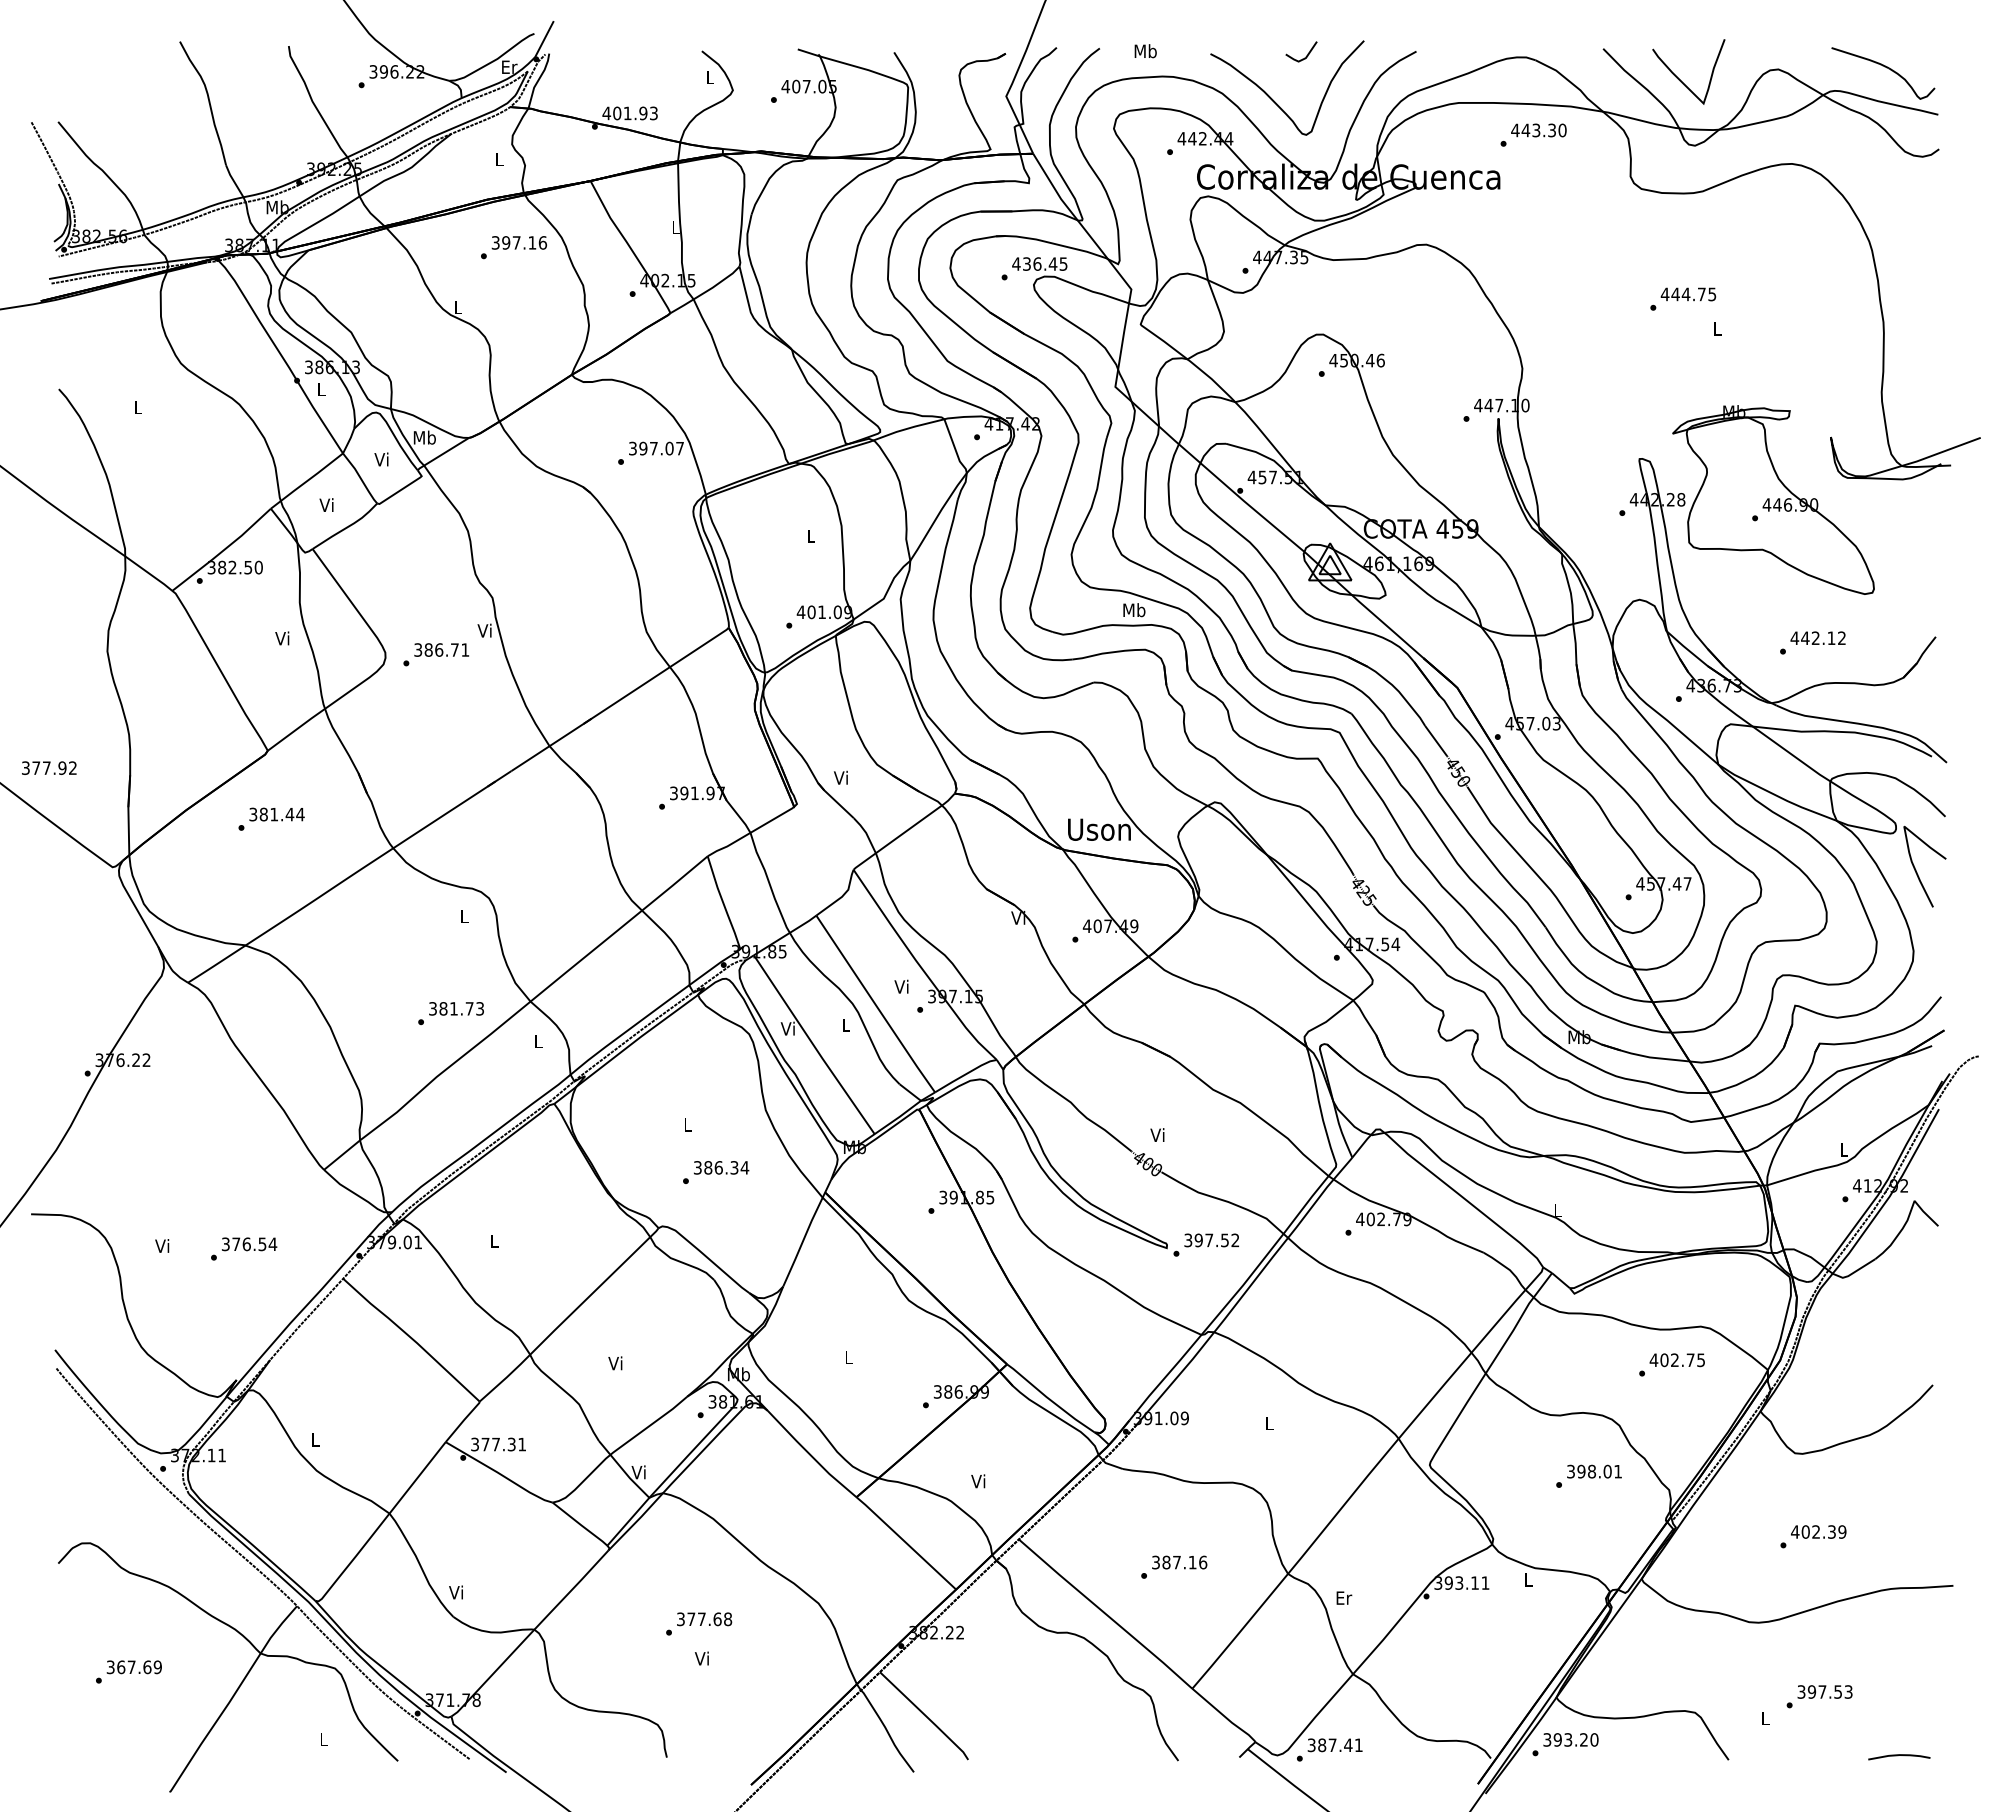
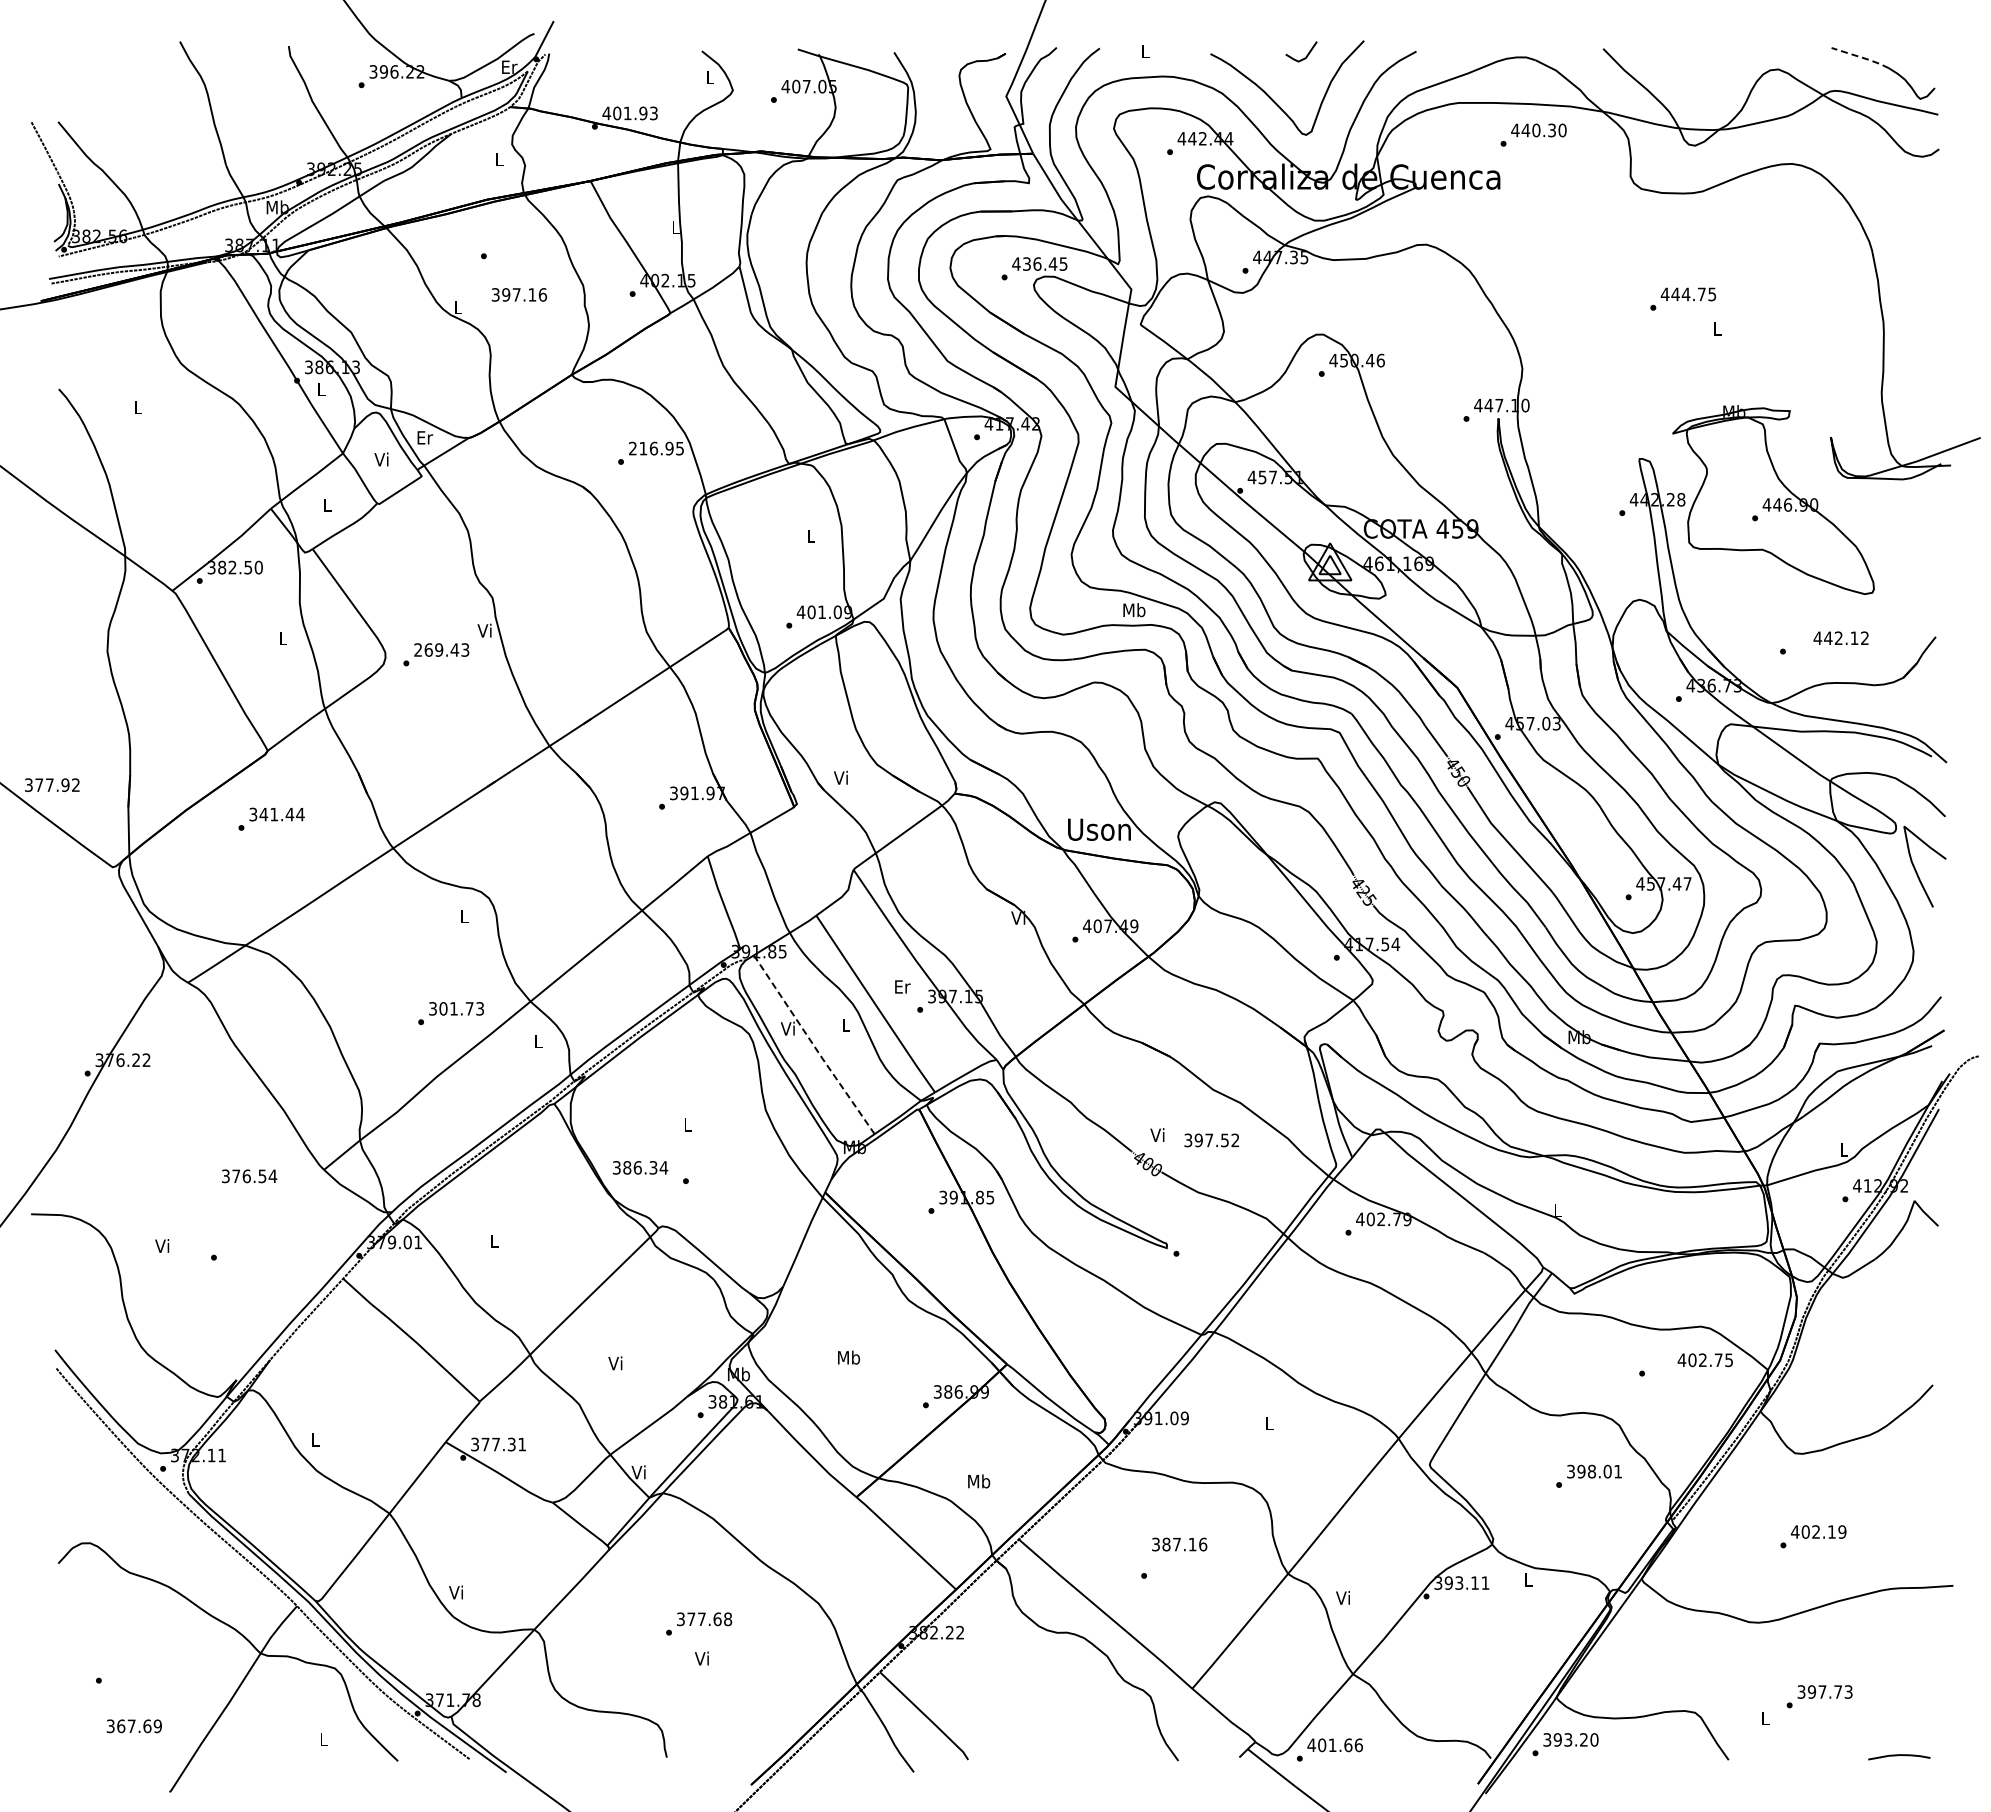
text at (1145, 51): Mb -> L
line at (1861, 57): solid -> dashed
curve at (1680, 79): present -> none
text at (1536, 130): 443.30 -> 440.30
text at (519, 242) position: (519, 242) -> (519, 294)
text at (424, 437): Mb -> Er
text at (656, 448): 397.07 -> 216.95
text at (326, 504): Vi -> L
text at (1817, 637) position: (1817, 637) -> (1840, 637)
text at (282, 638): Vi -> L
text at (441, 649): 386.71 -> 269.43
text at (49, 767) position: (49, 767) -> (52, 784)
text at (263, 814): 381.44 -> 341.44
text at (902, 986): Vi -> Er
text at (443, 1008): 381.73 -> 301.73
line at (813, 1045): solid -> dashed
text at (721, 1167) position: (721, 1167) -> (640, 1167)
text at (1211, 1240) position: (1211, 1240) -> (1211, 1140)
text at (249, 1244) position: (249, 1244) -> (249, 1176)
text at (849, 1357): L -> Mb
text at (1676, 1360) position: (1676, 1360) -> (1704, 1360)
text at (979, 1481): Vi -> Mb
text at (1831, 1531): 402.39 -> 402.19
text at (1179, 1562) position: (1179, 1562) -> (1179, 1544)
text at (1344, 1597): Er -> Vi
text at (133, 1667) position: (133, 1667) -> (133, 1726)
text at (1837, 1691): 397.53 -> 397.73
text at (1334, 1745): 387.41 -> 401.66
